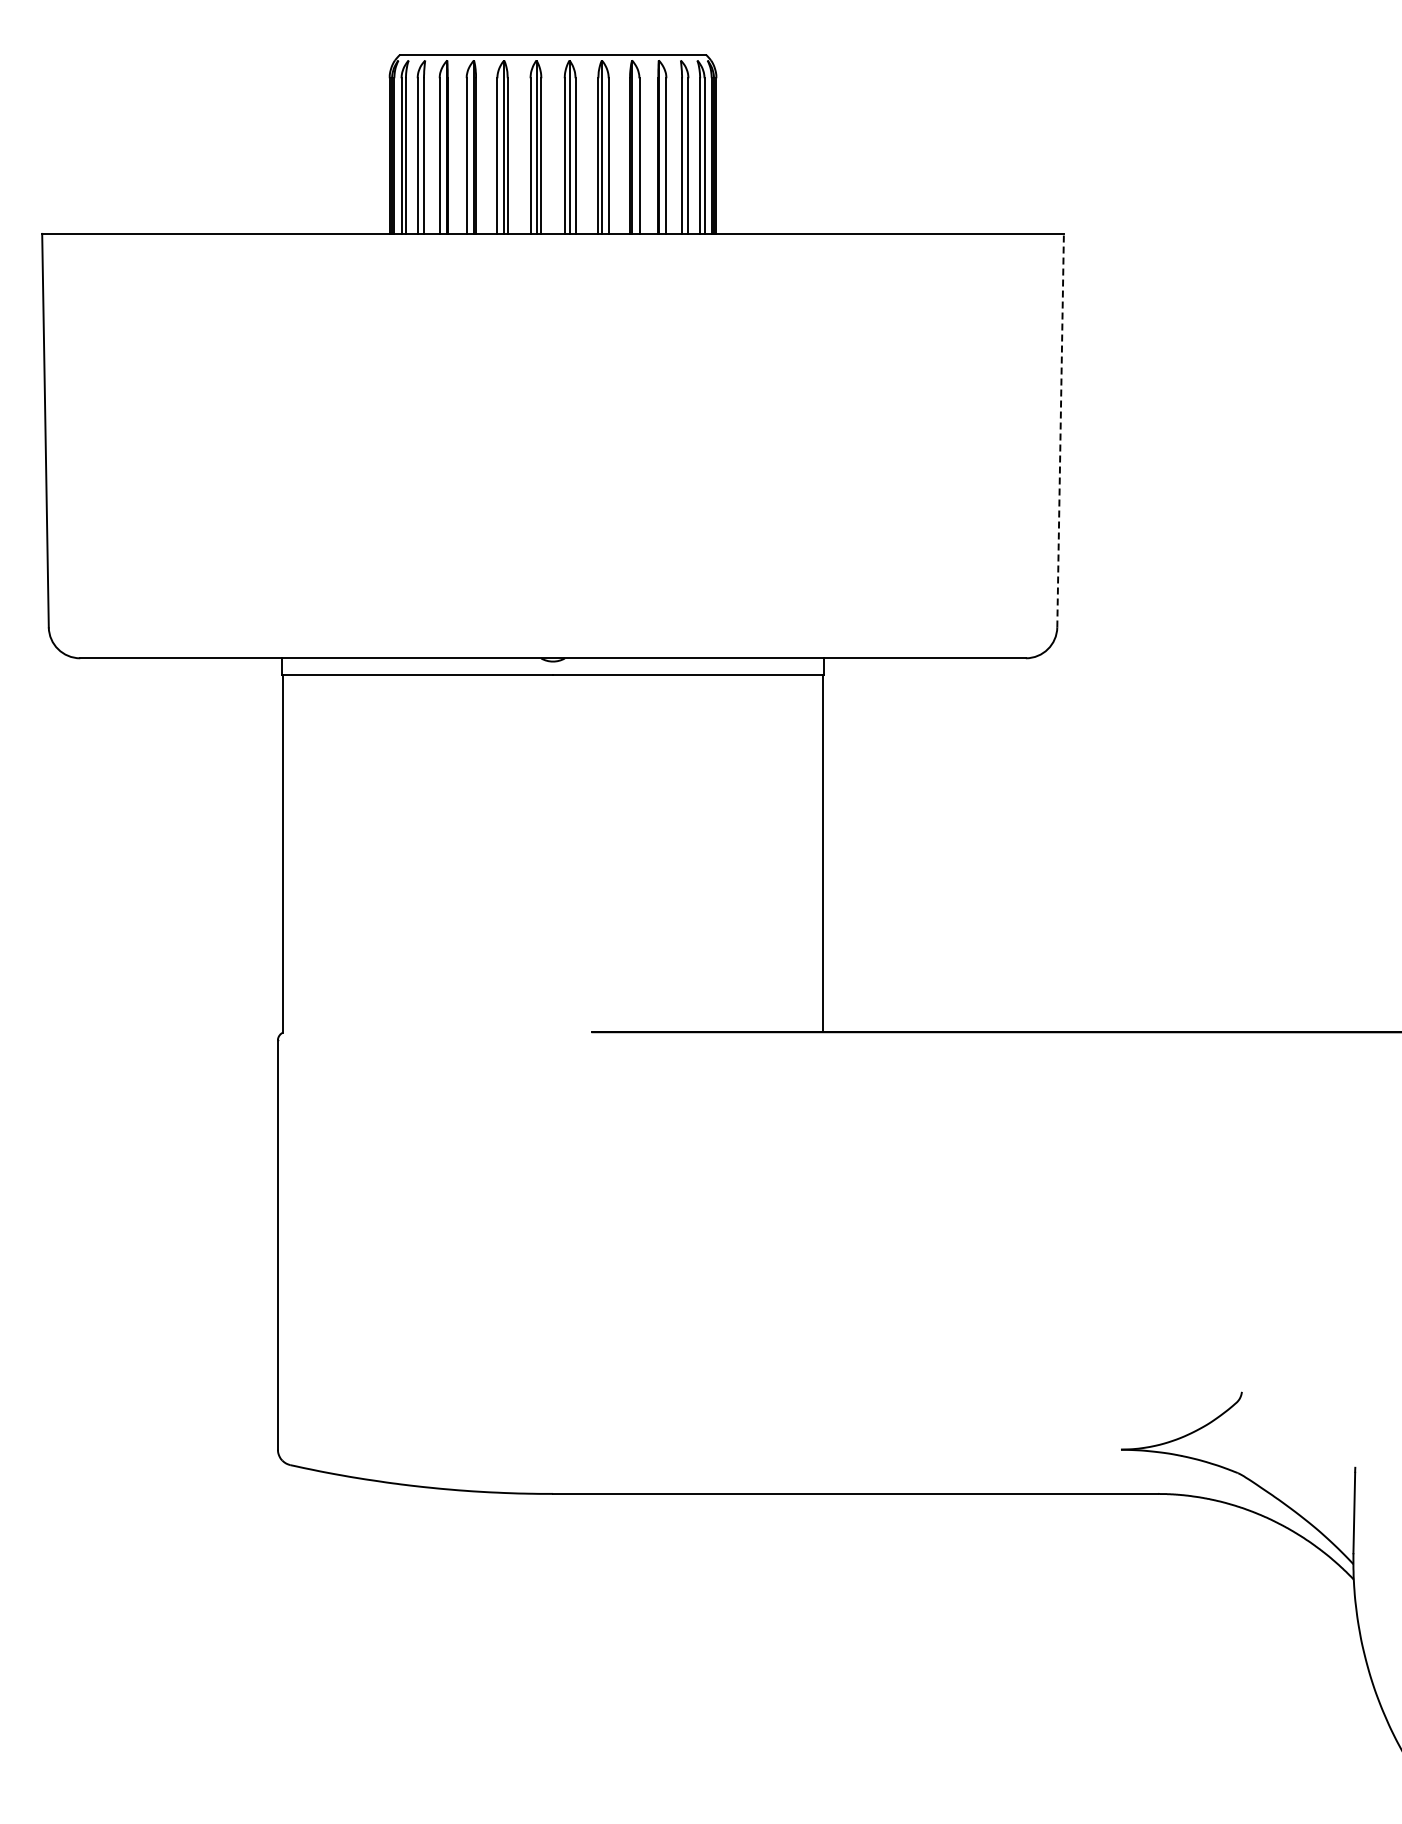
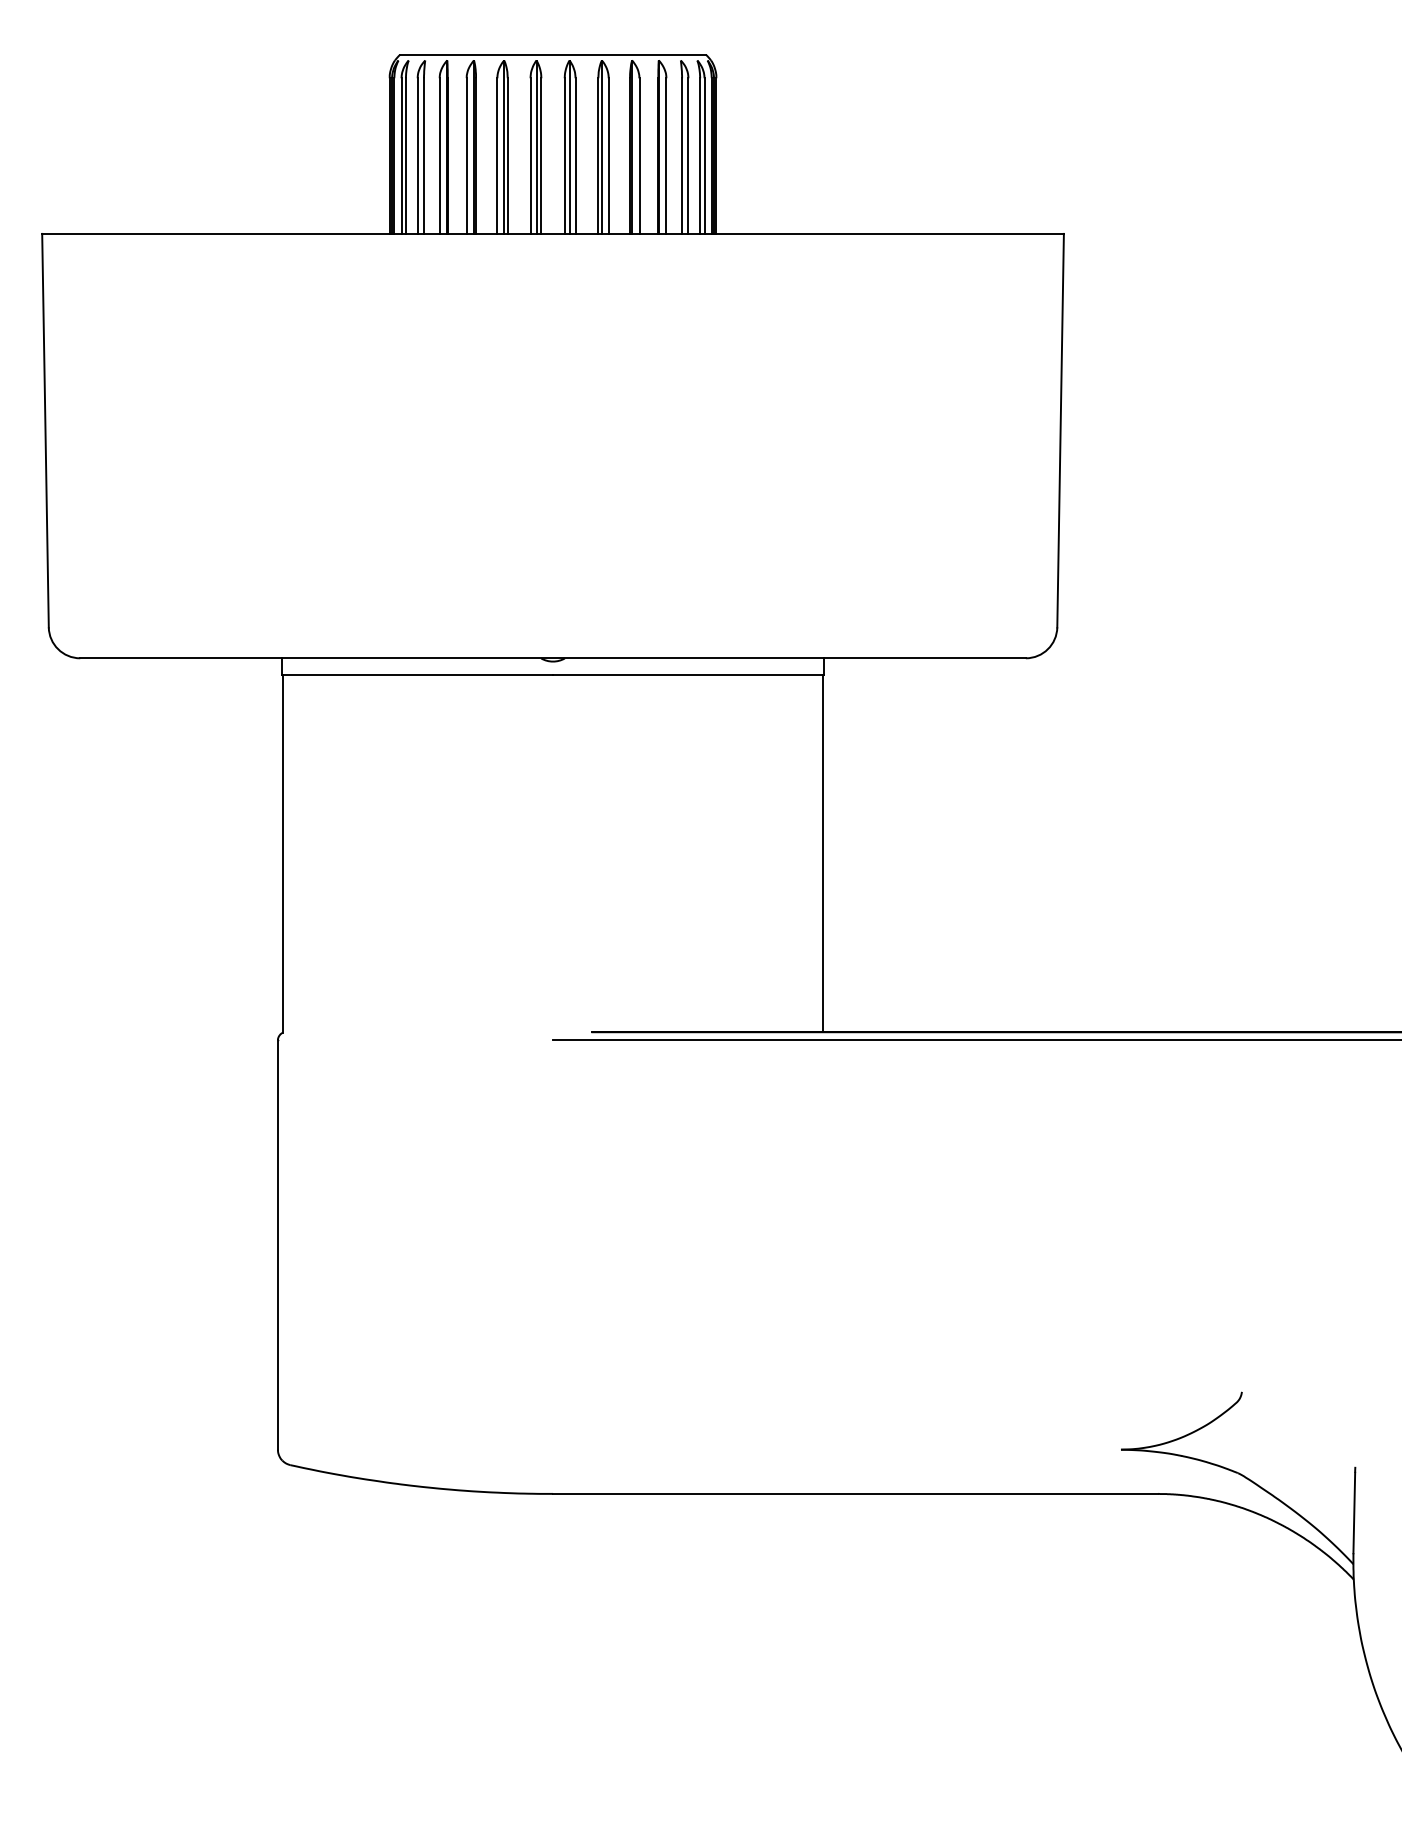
line at (1060, 430): dashed -> solid
line at (975, 1040): none -> present
